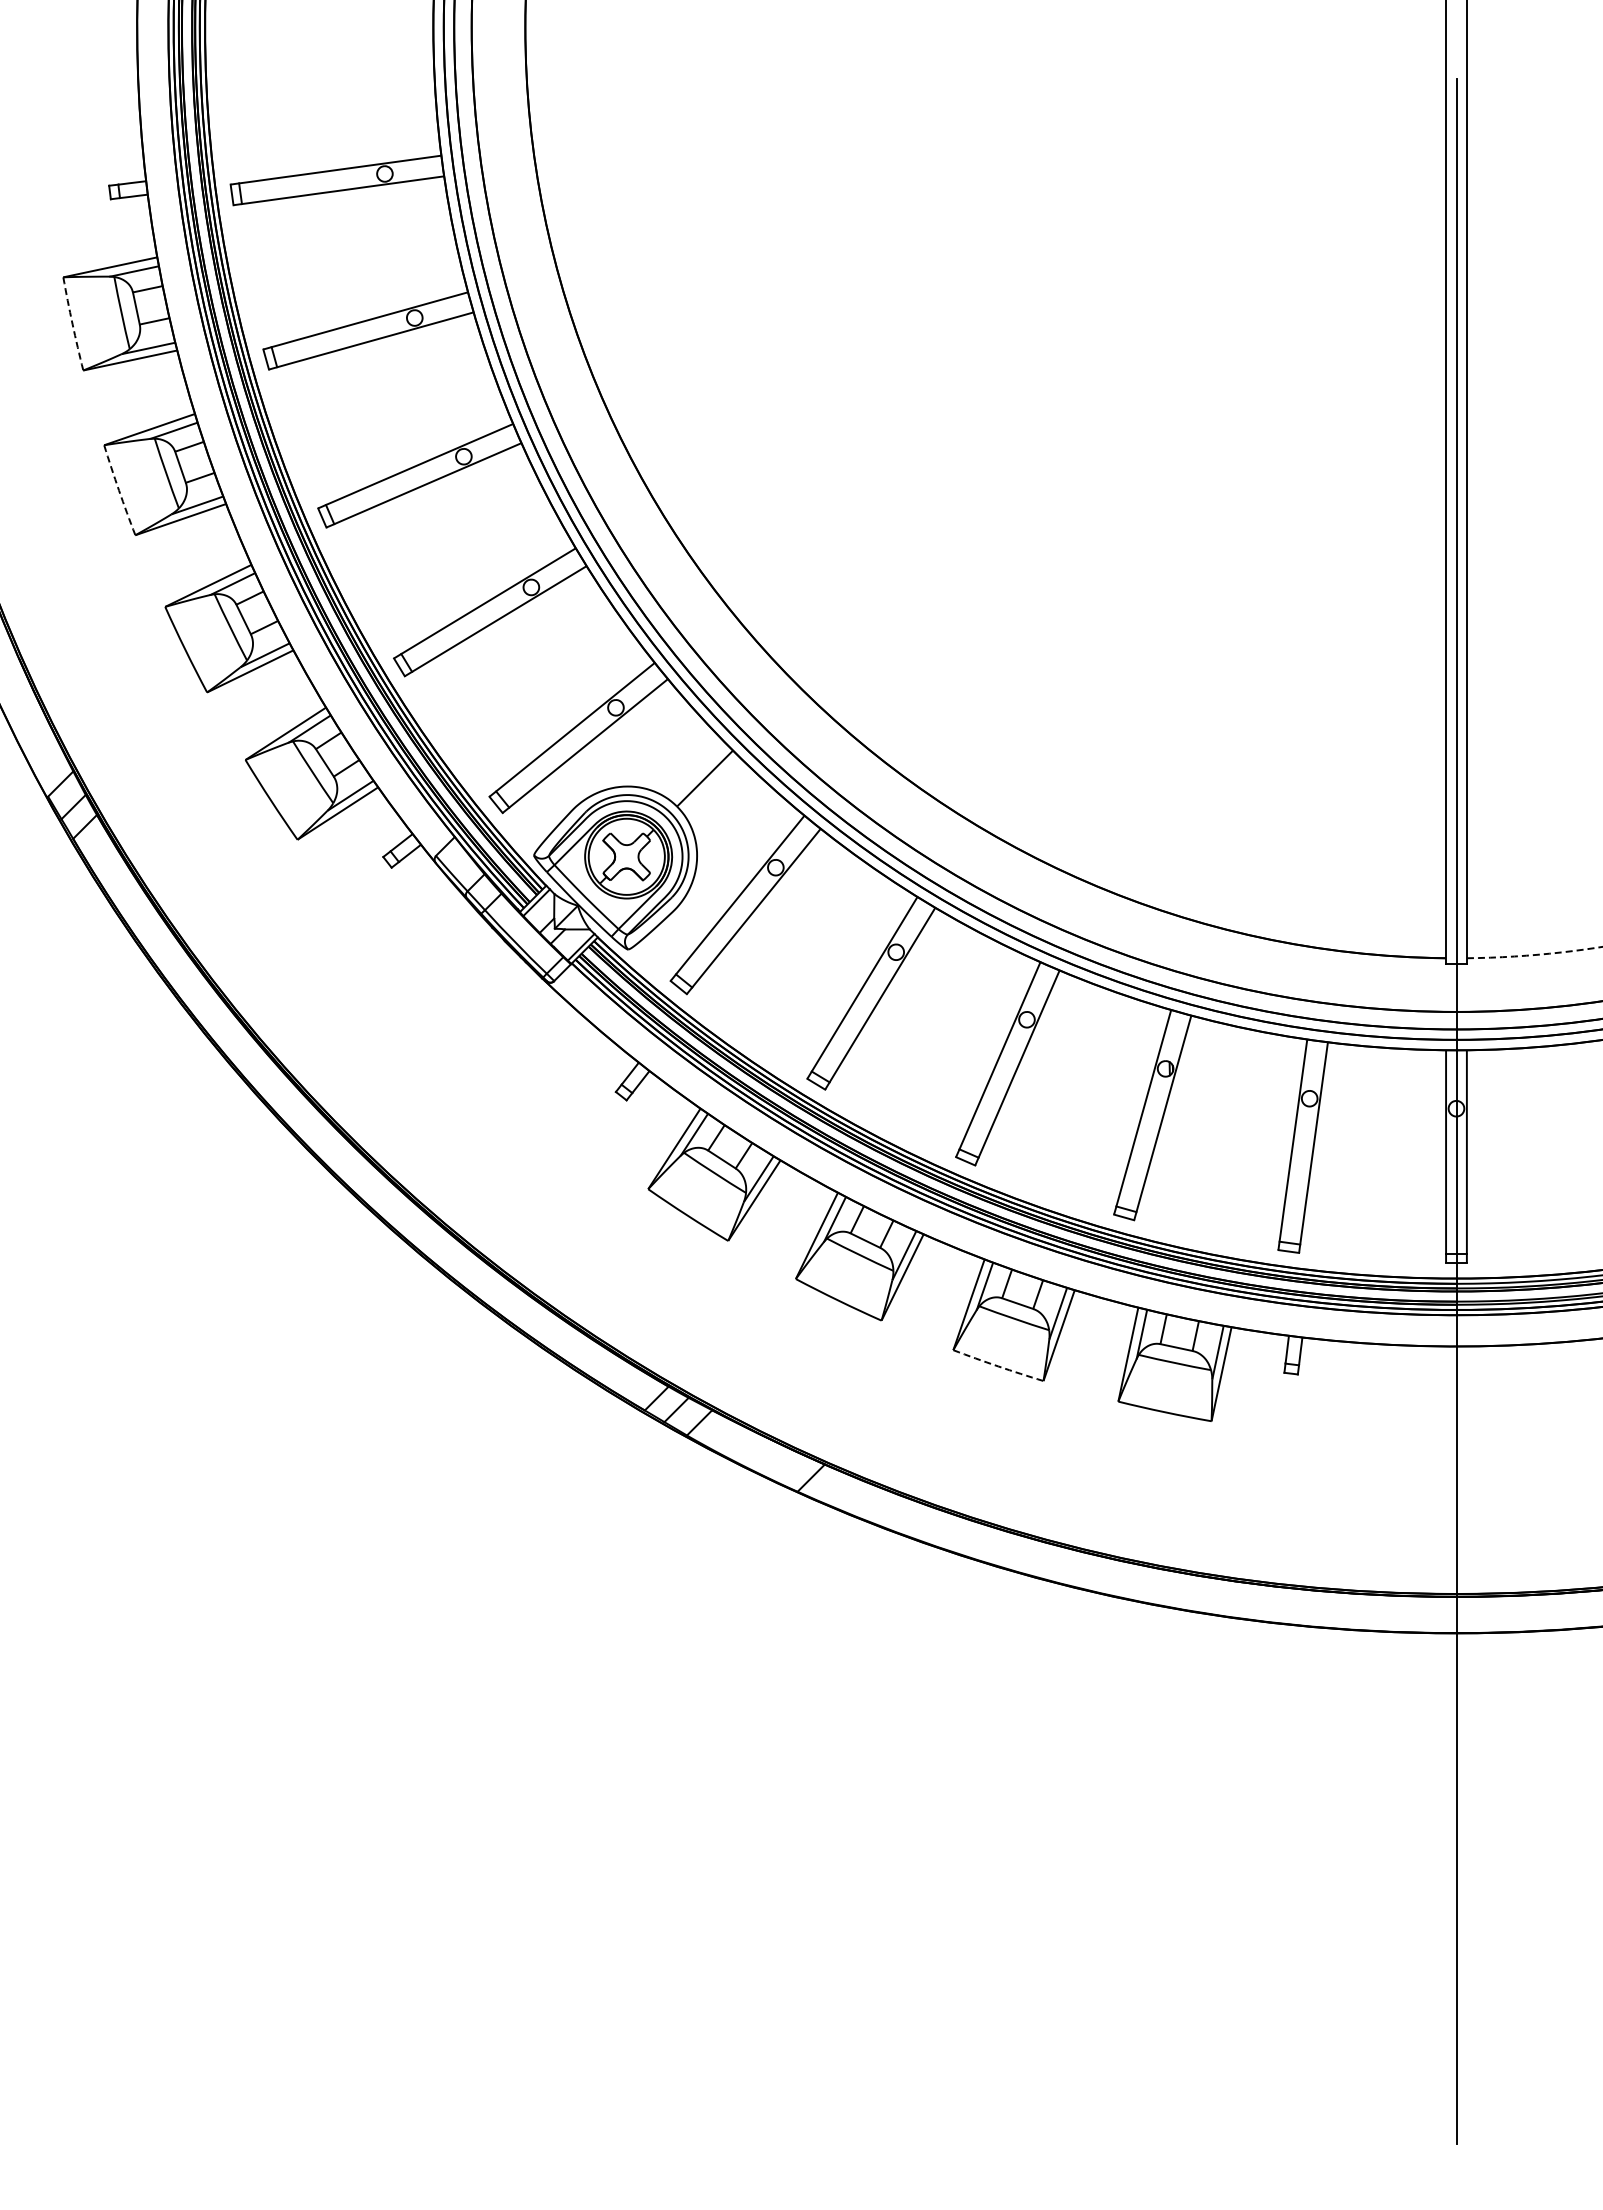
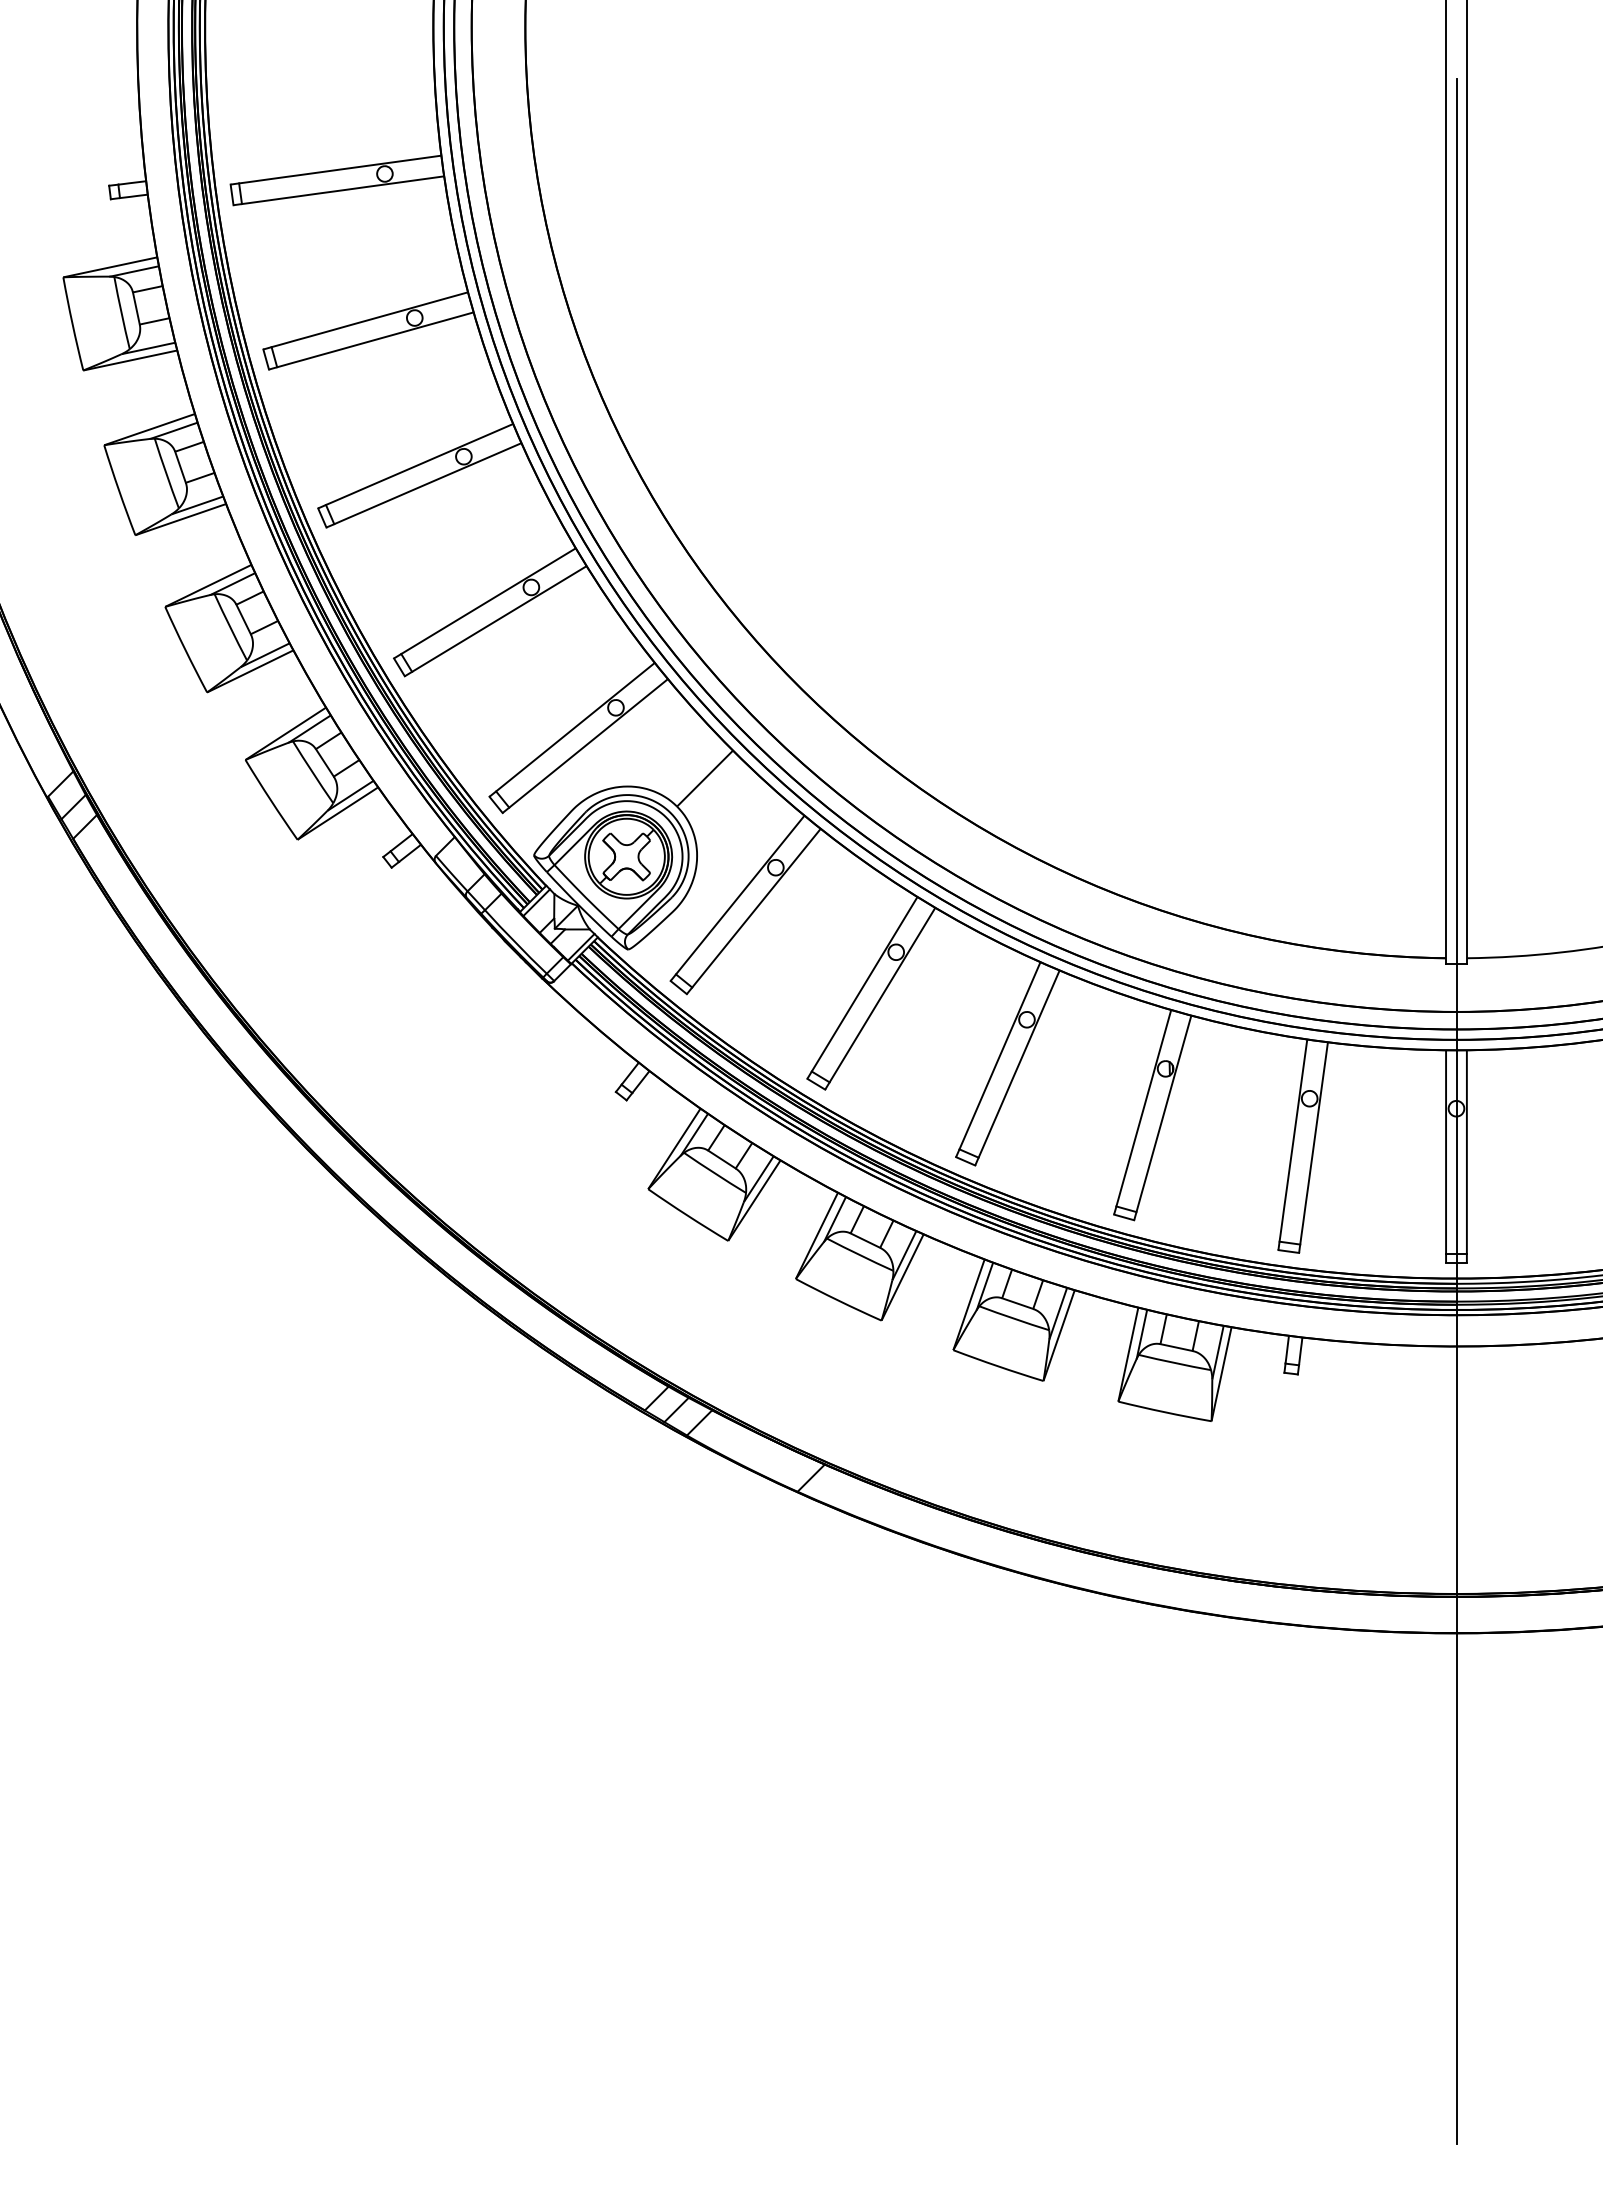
arc at (72, 324): dashed -> solid
arc at (119, 490): dashed -> solid
arc at (1536, 954): dashed -> solid
arc at (998, 1366): dashed -> solid
